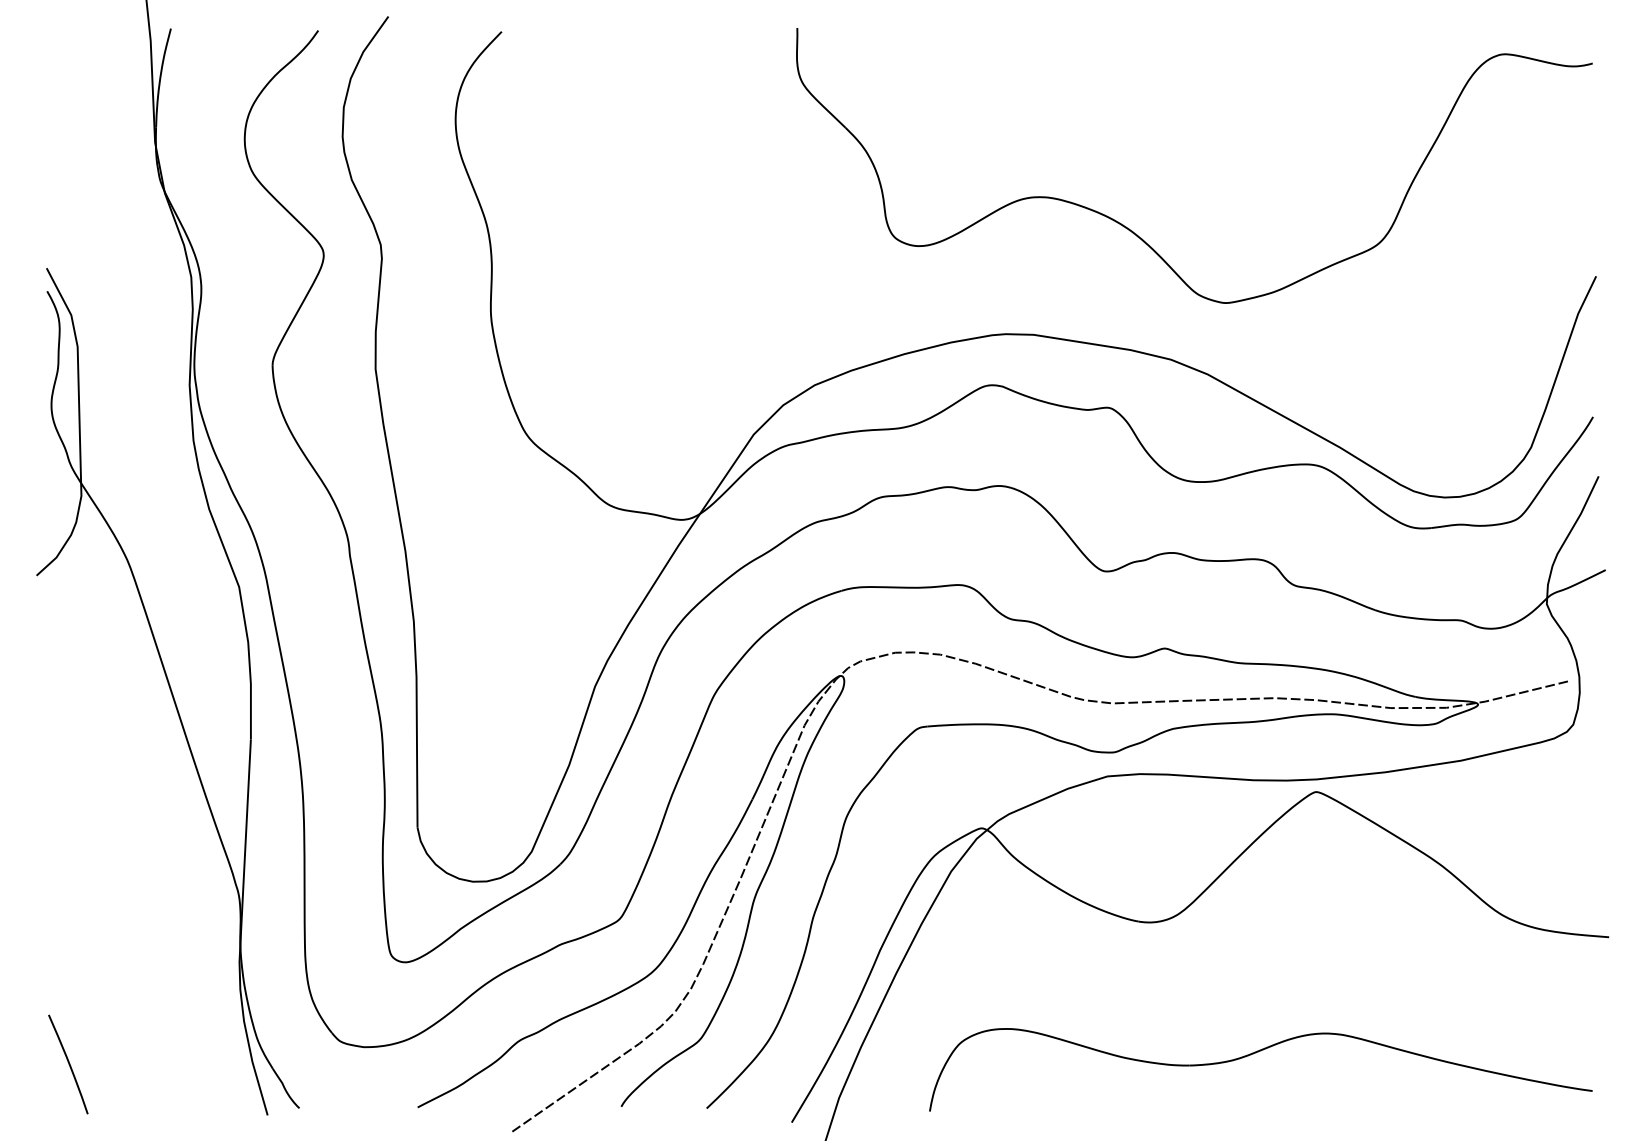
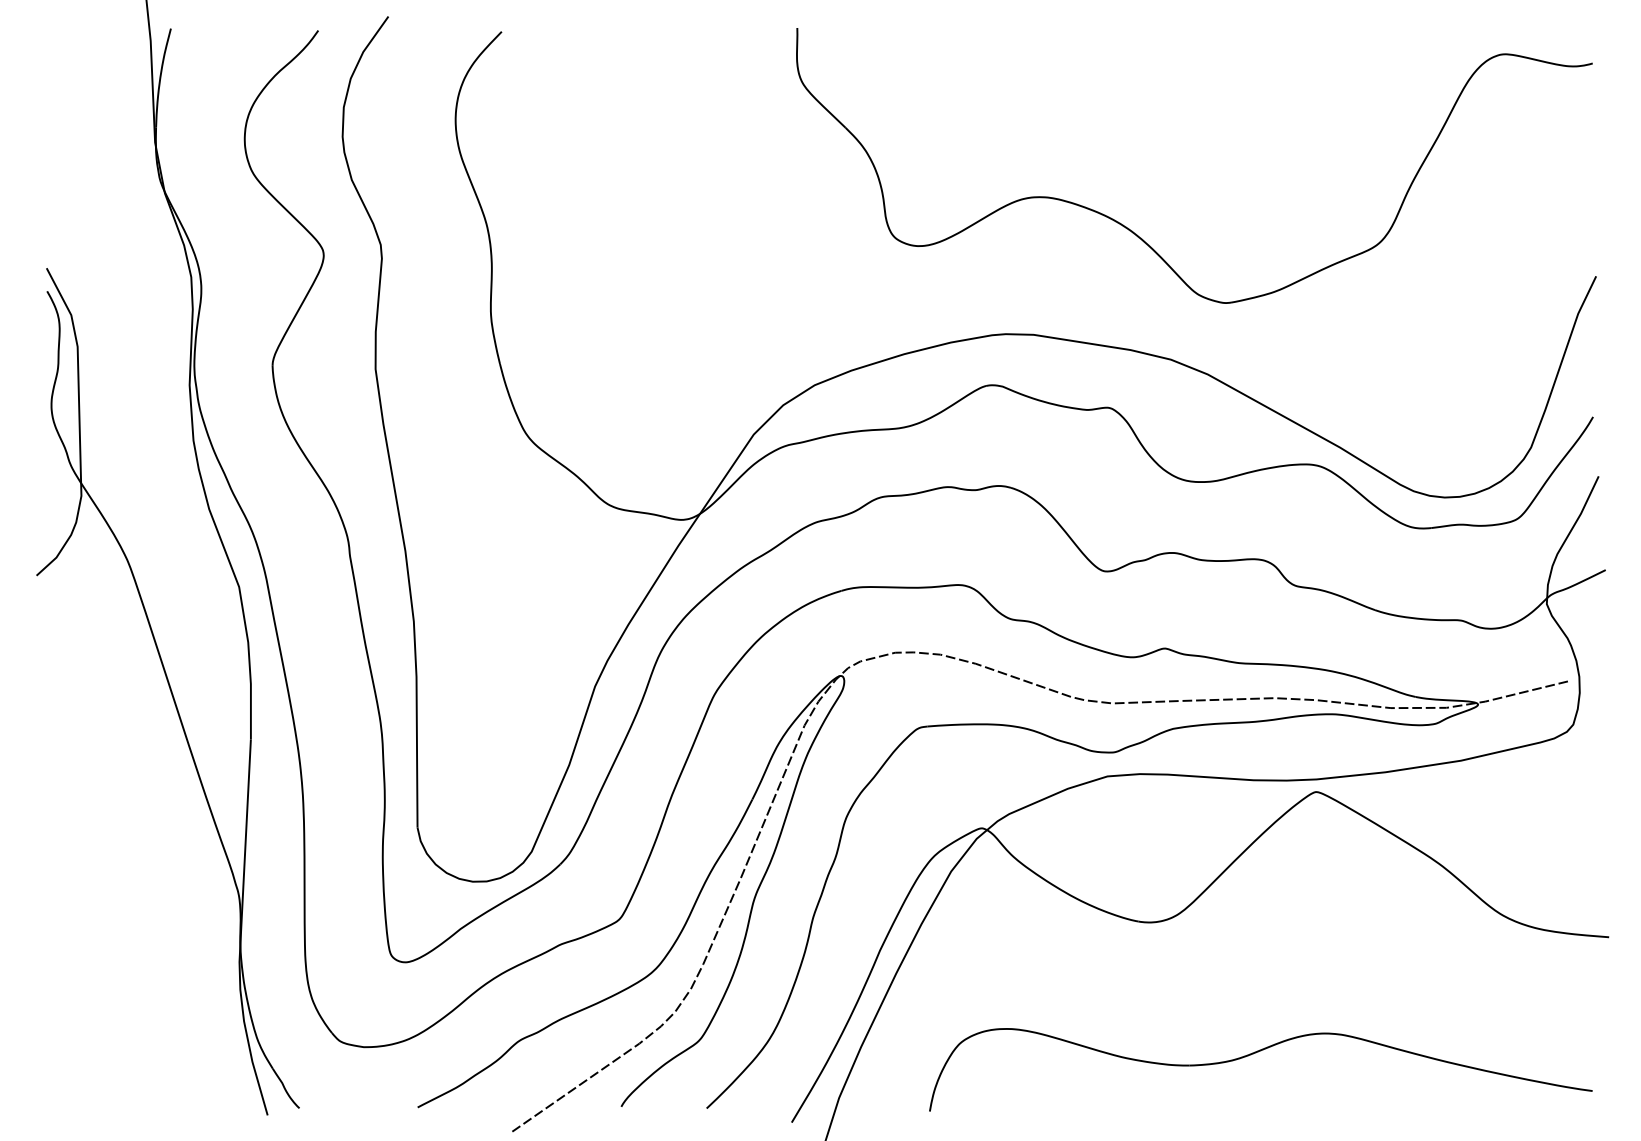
curve at (68, 1064): present -> none
